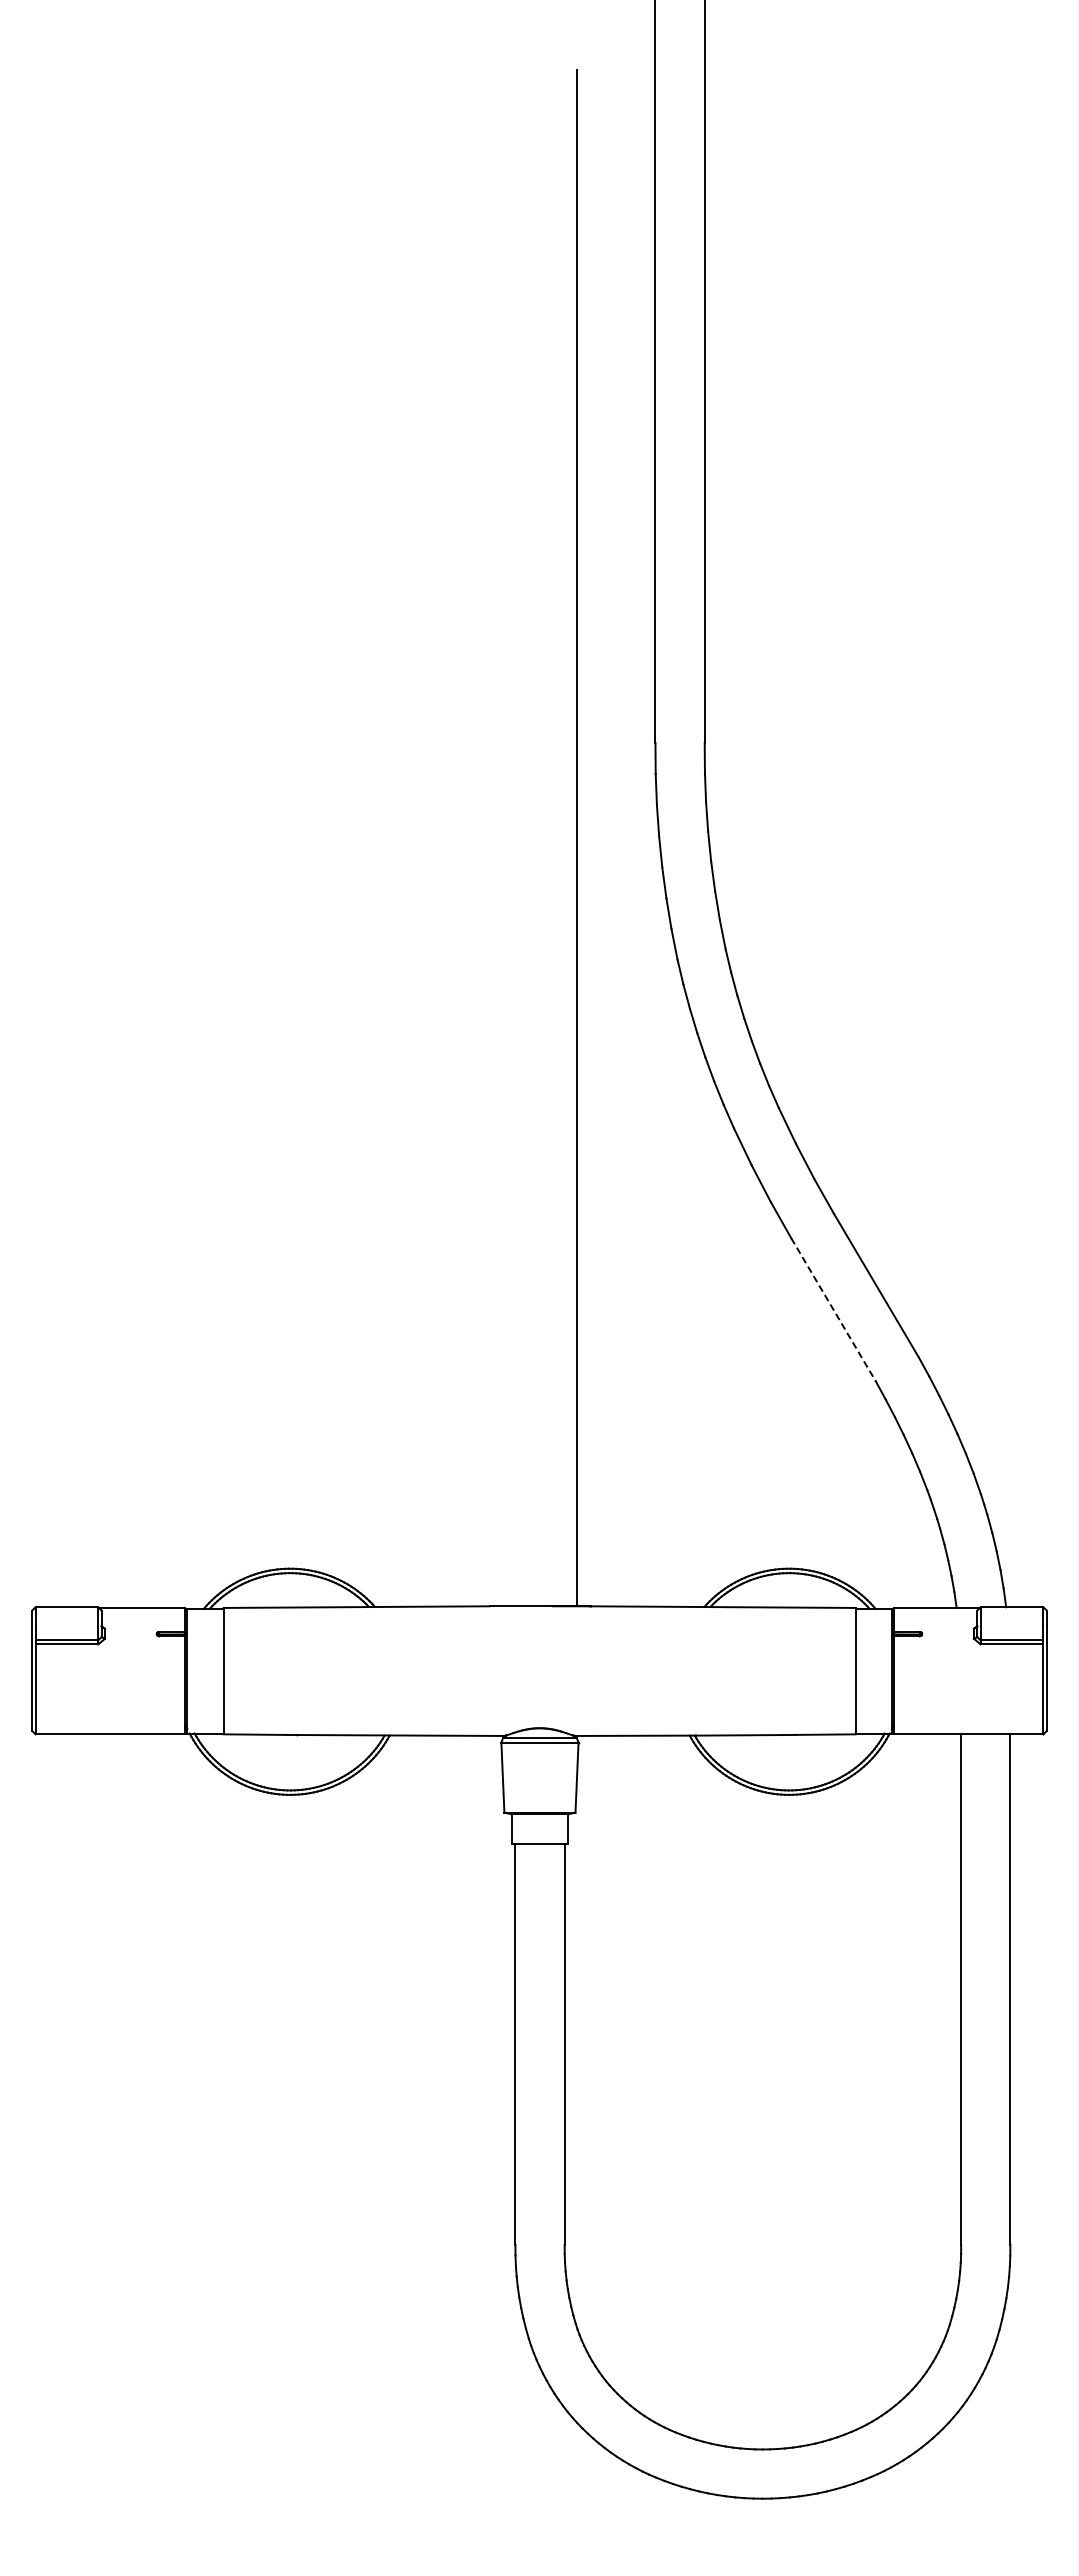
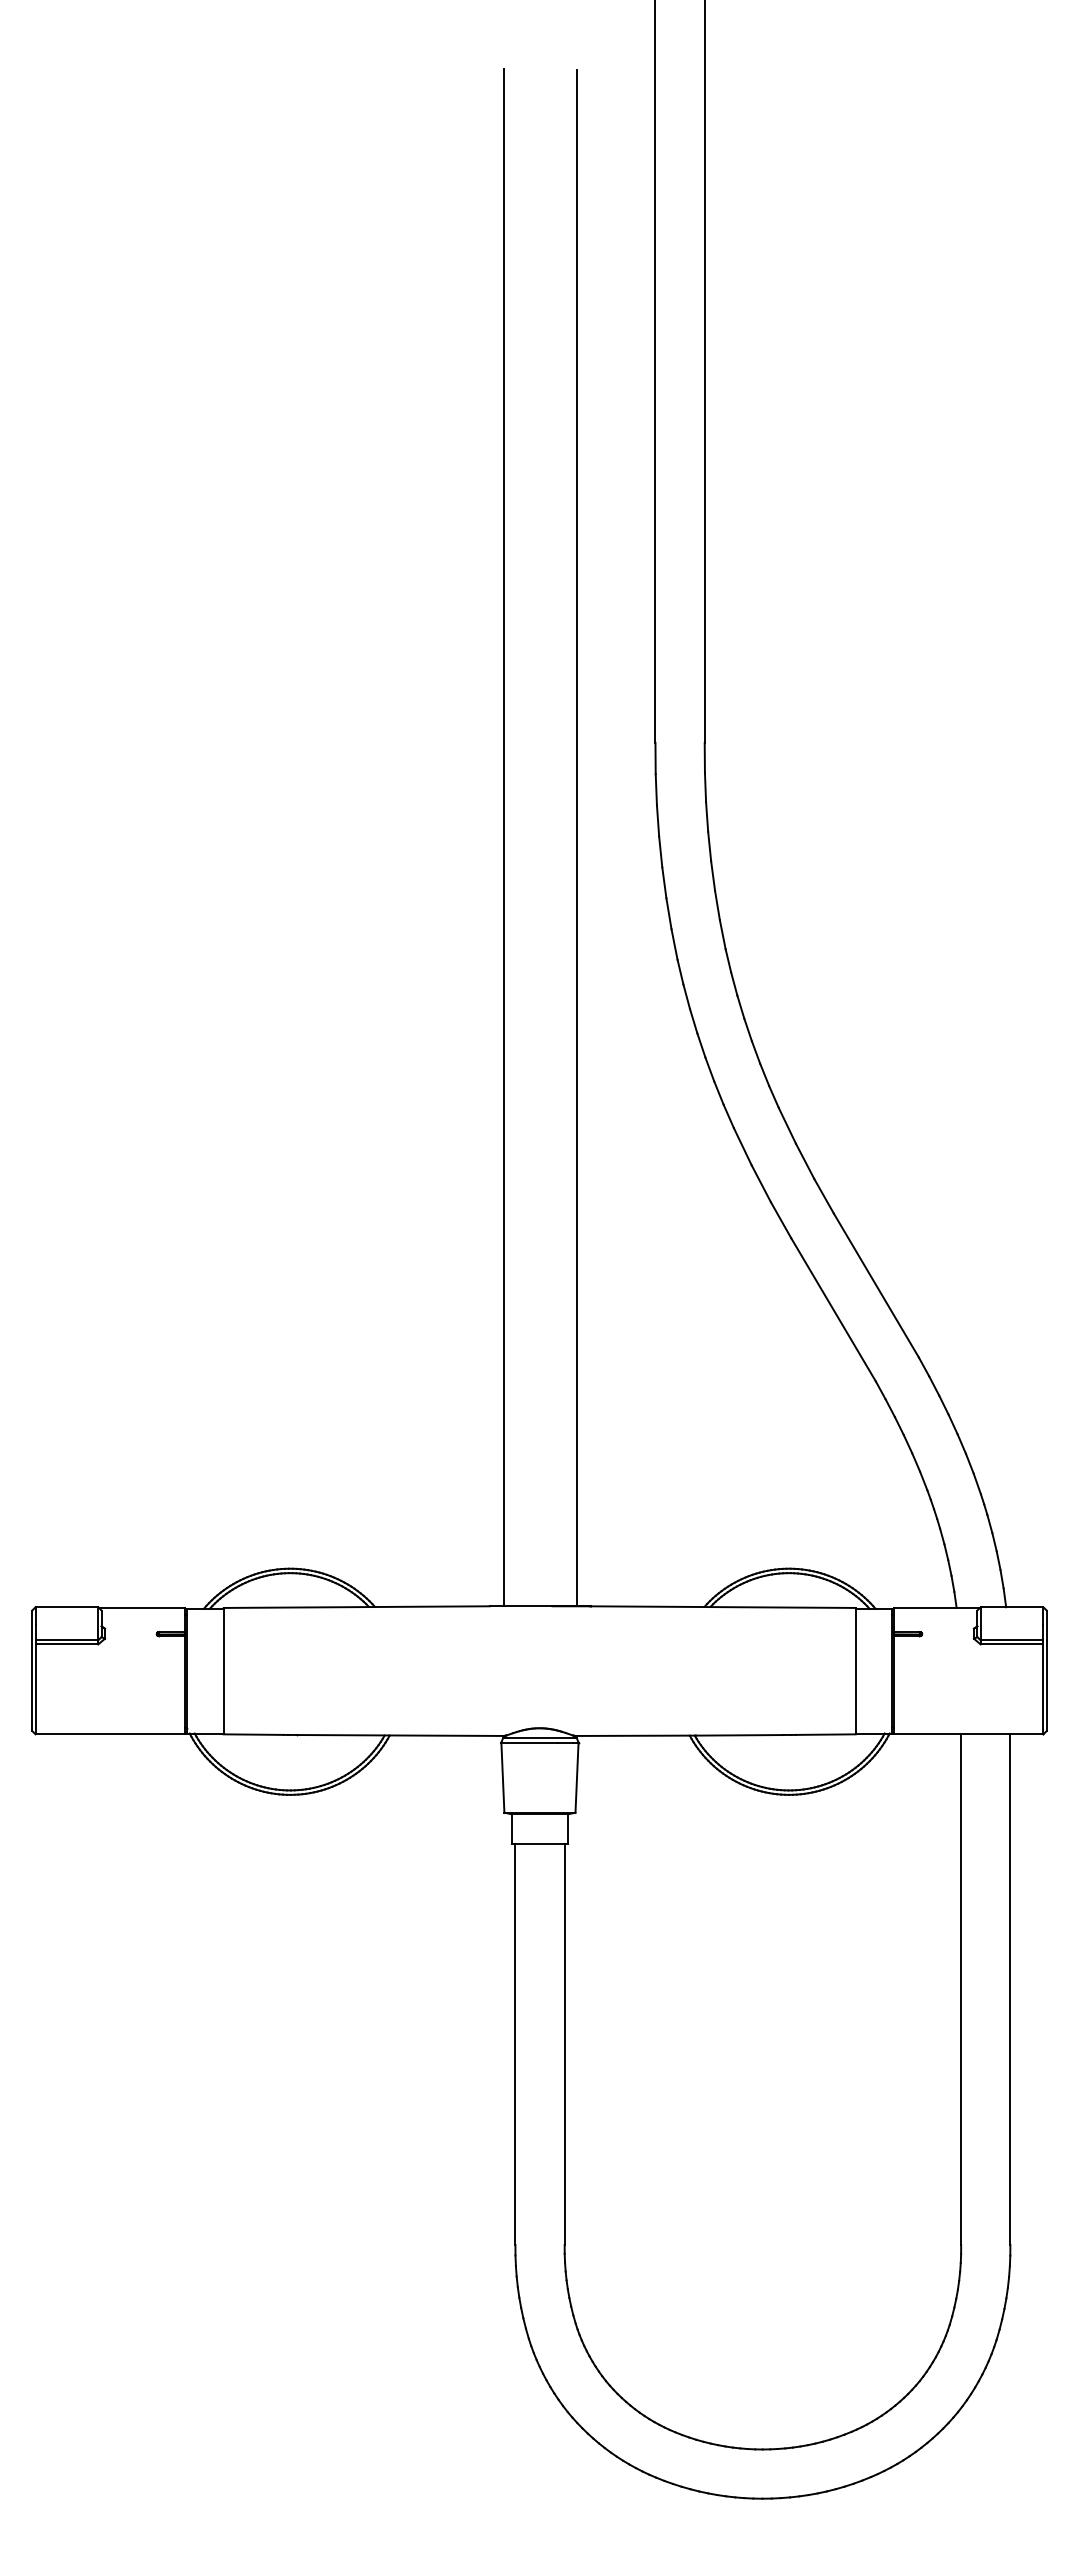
line at (504, 837): none -> present
line at (833, 1310): dashed -> solid
